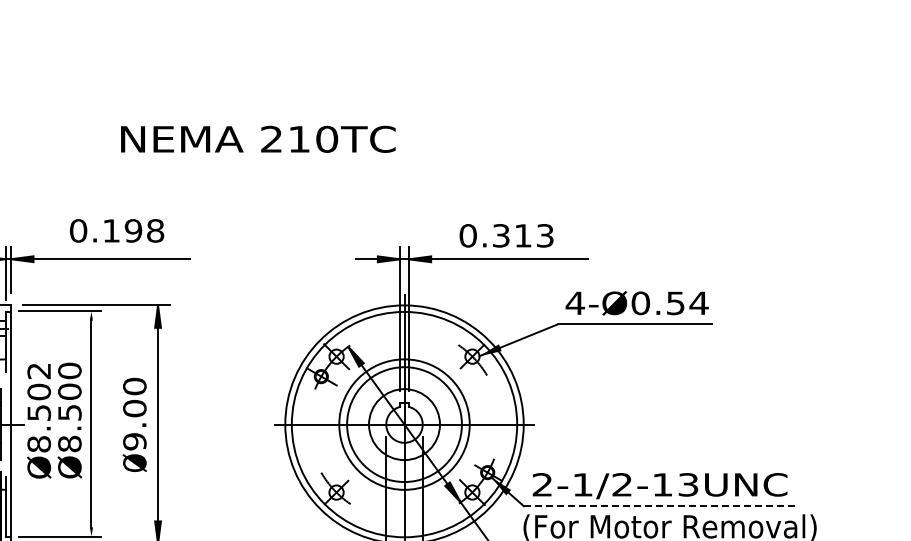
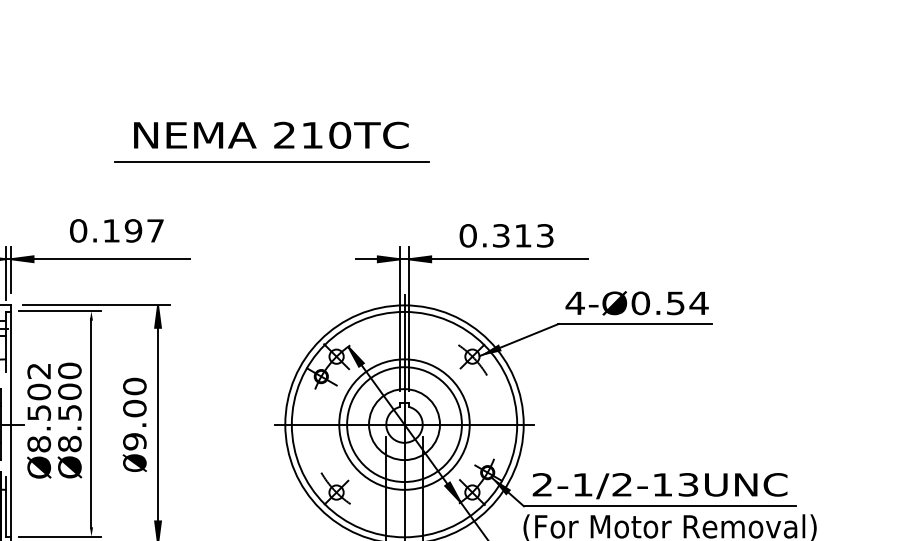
text at (258, 138) position: (258, 138) -> (271, 134)
line at (272, 161): none -> present
text at (155, 230): 0.198 -> 0.197
line at (660, 506): dashed -> solid
